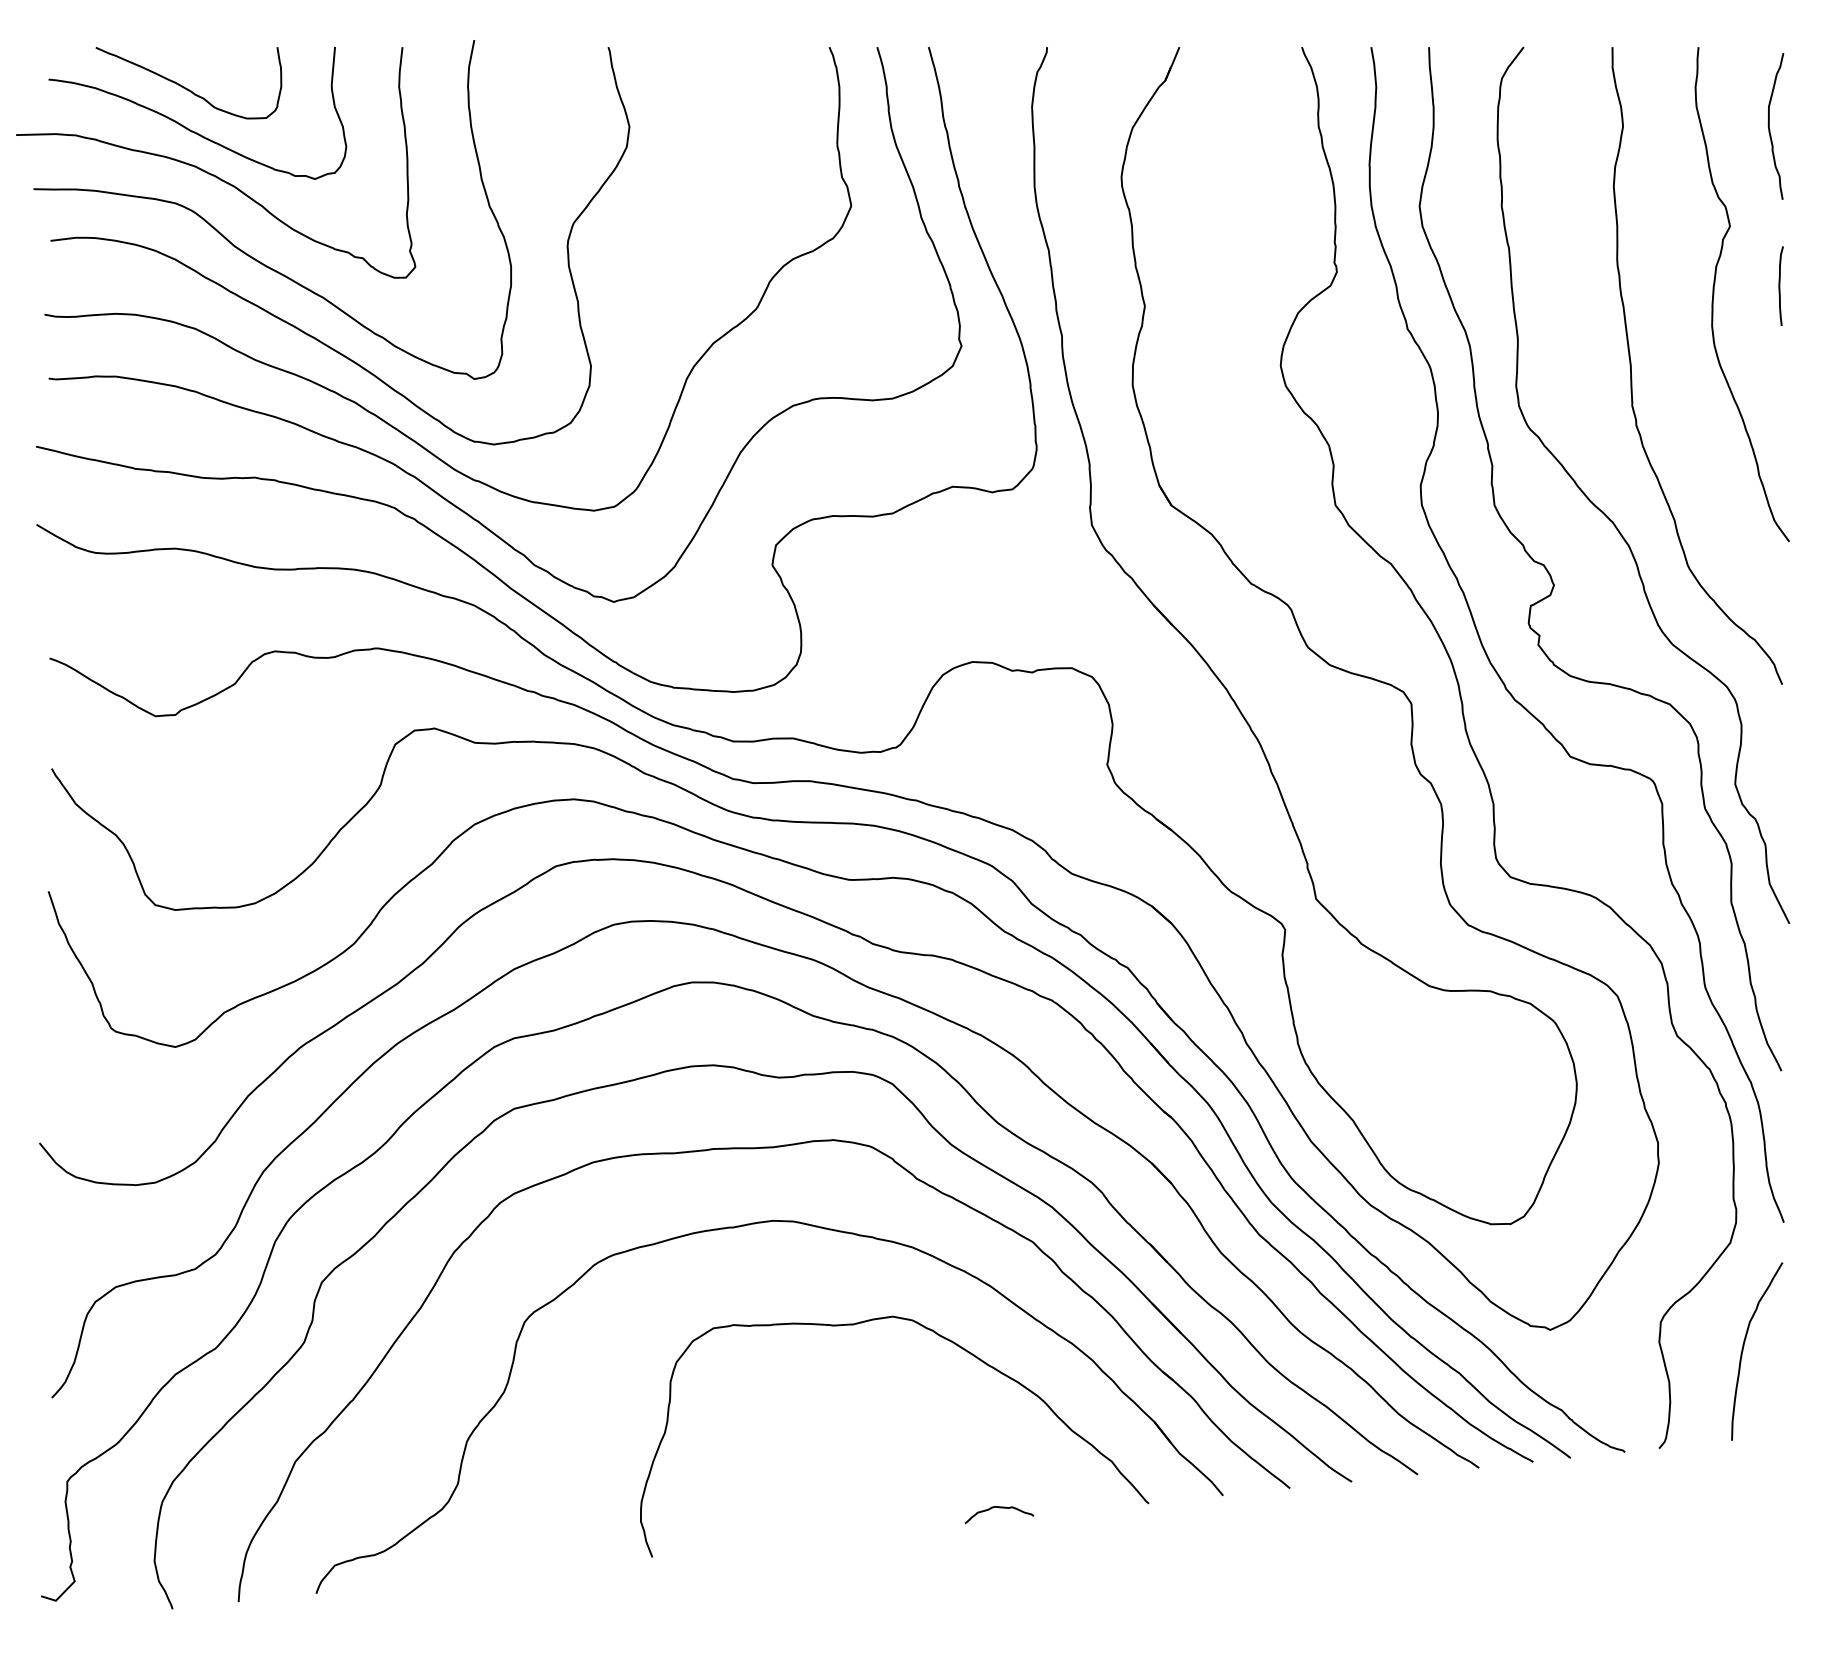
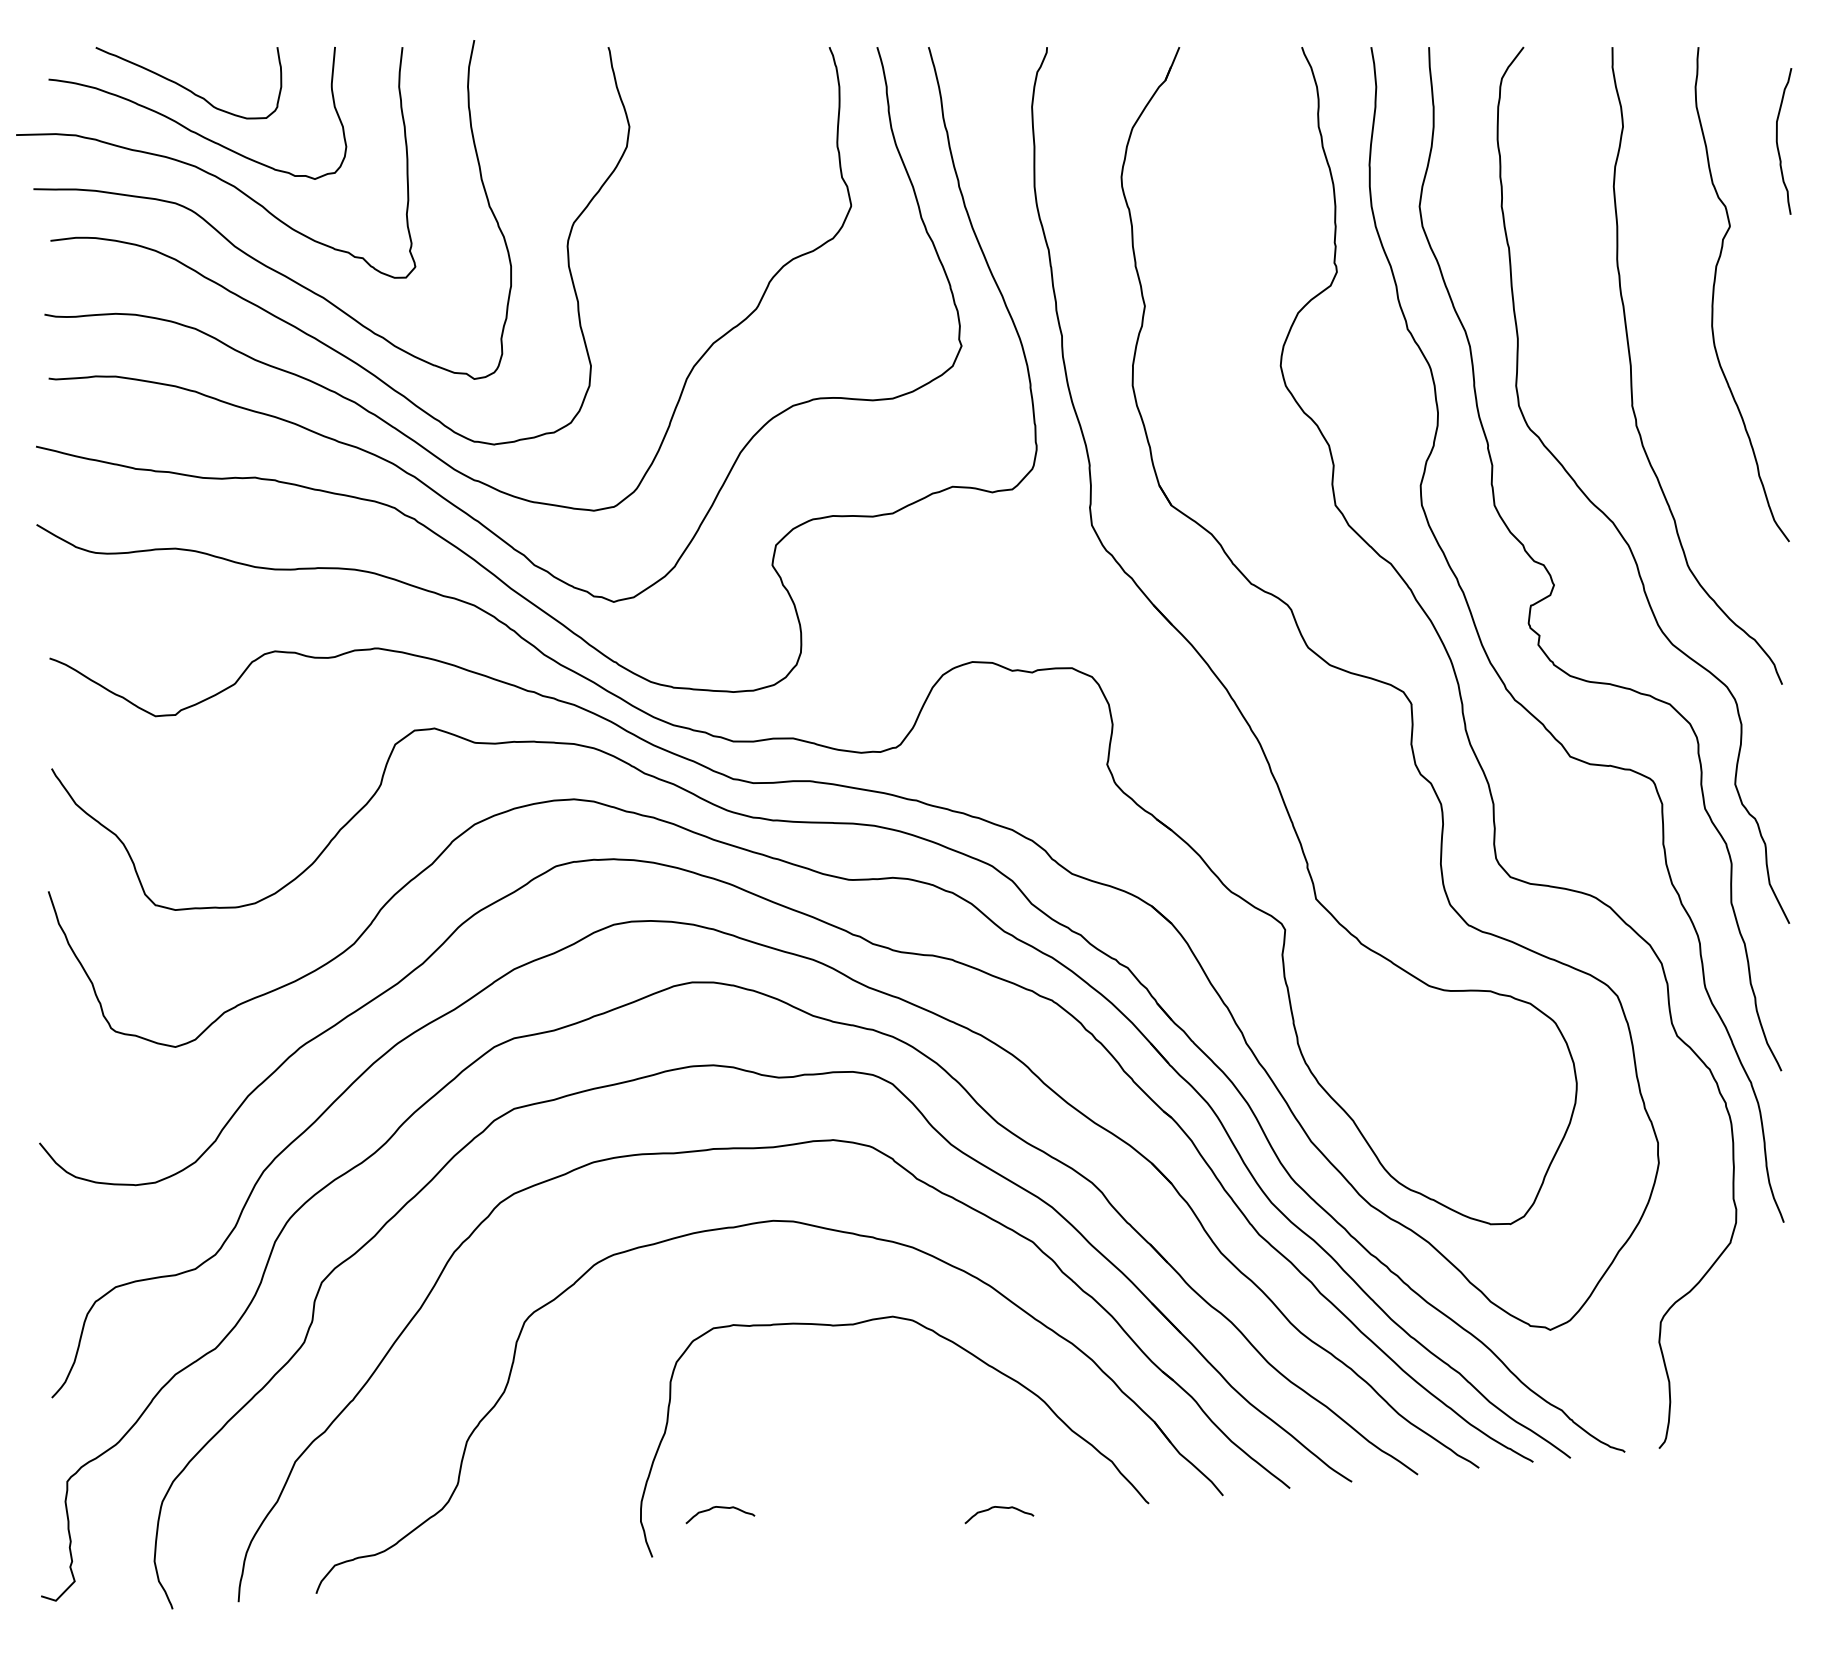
curve at (1770, 129) position: (1770, 129) -> (1778, 144)
curve at (1780, 285): present -> none
curve at (1744, 1346): present -> none
curve at (720, 1508): none -> present
